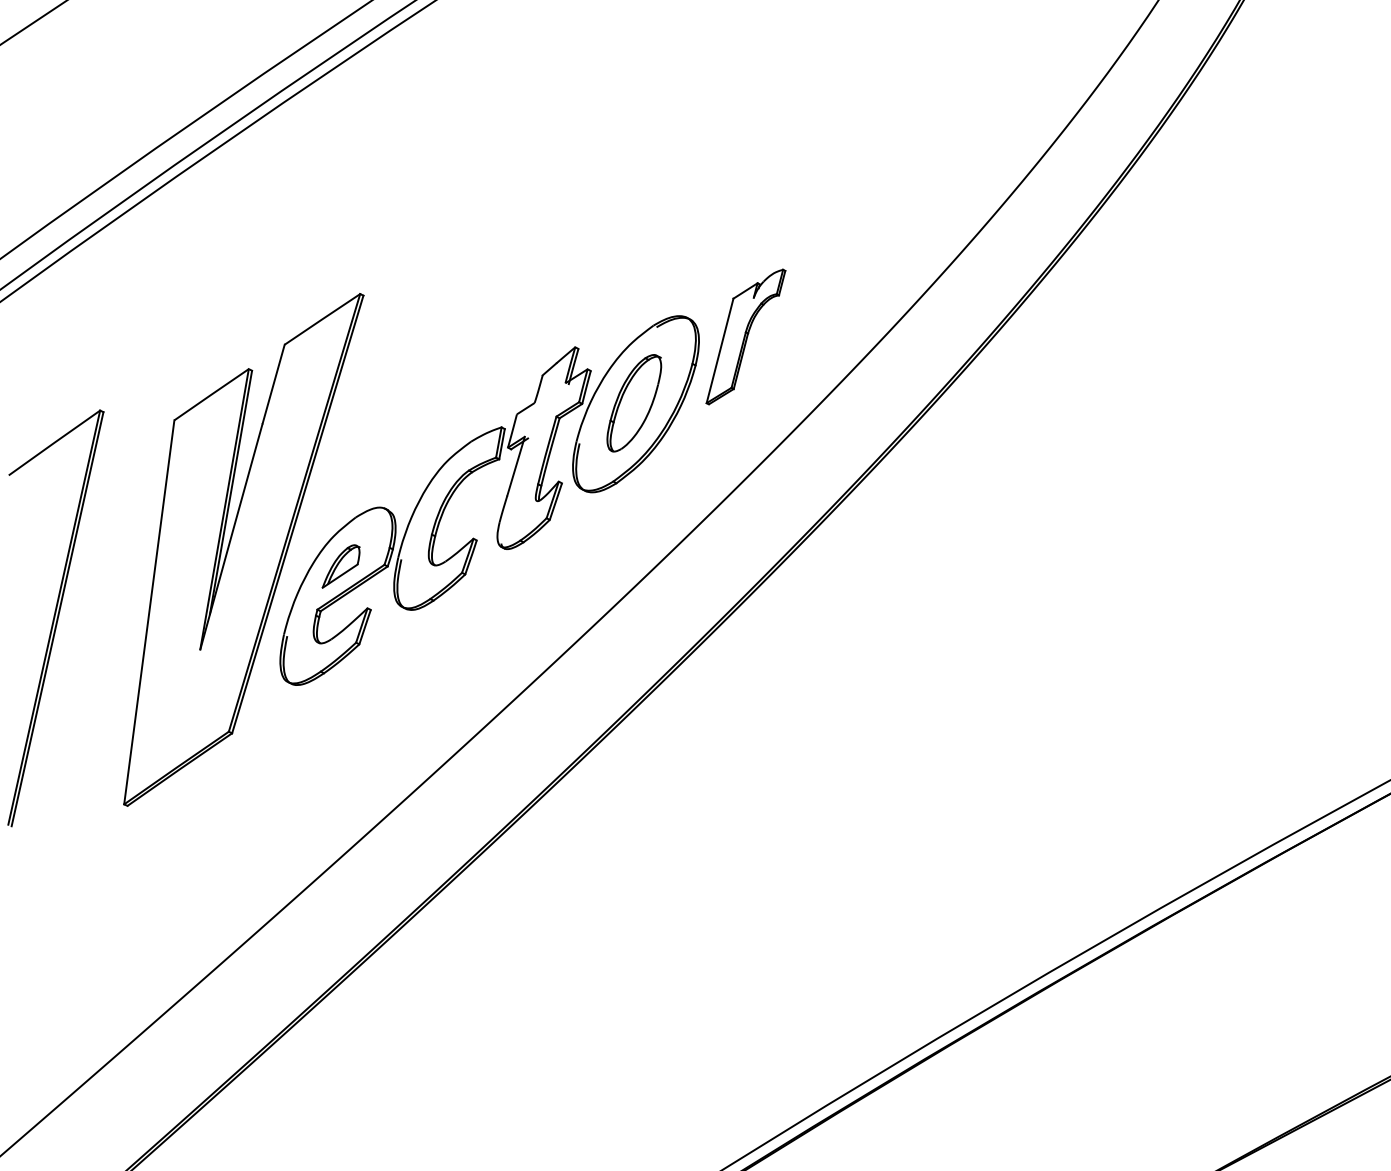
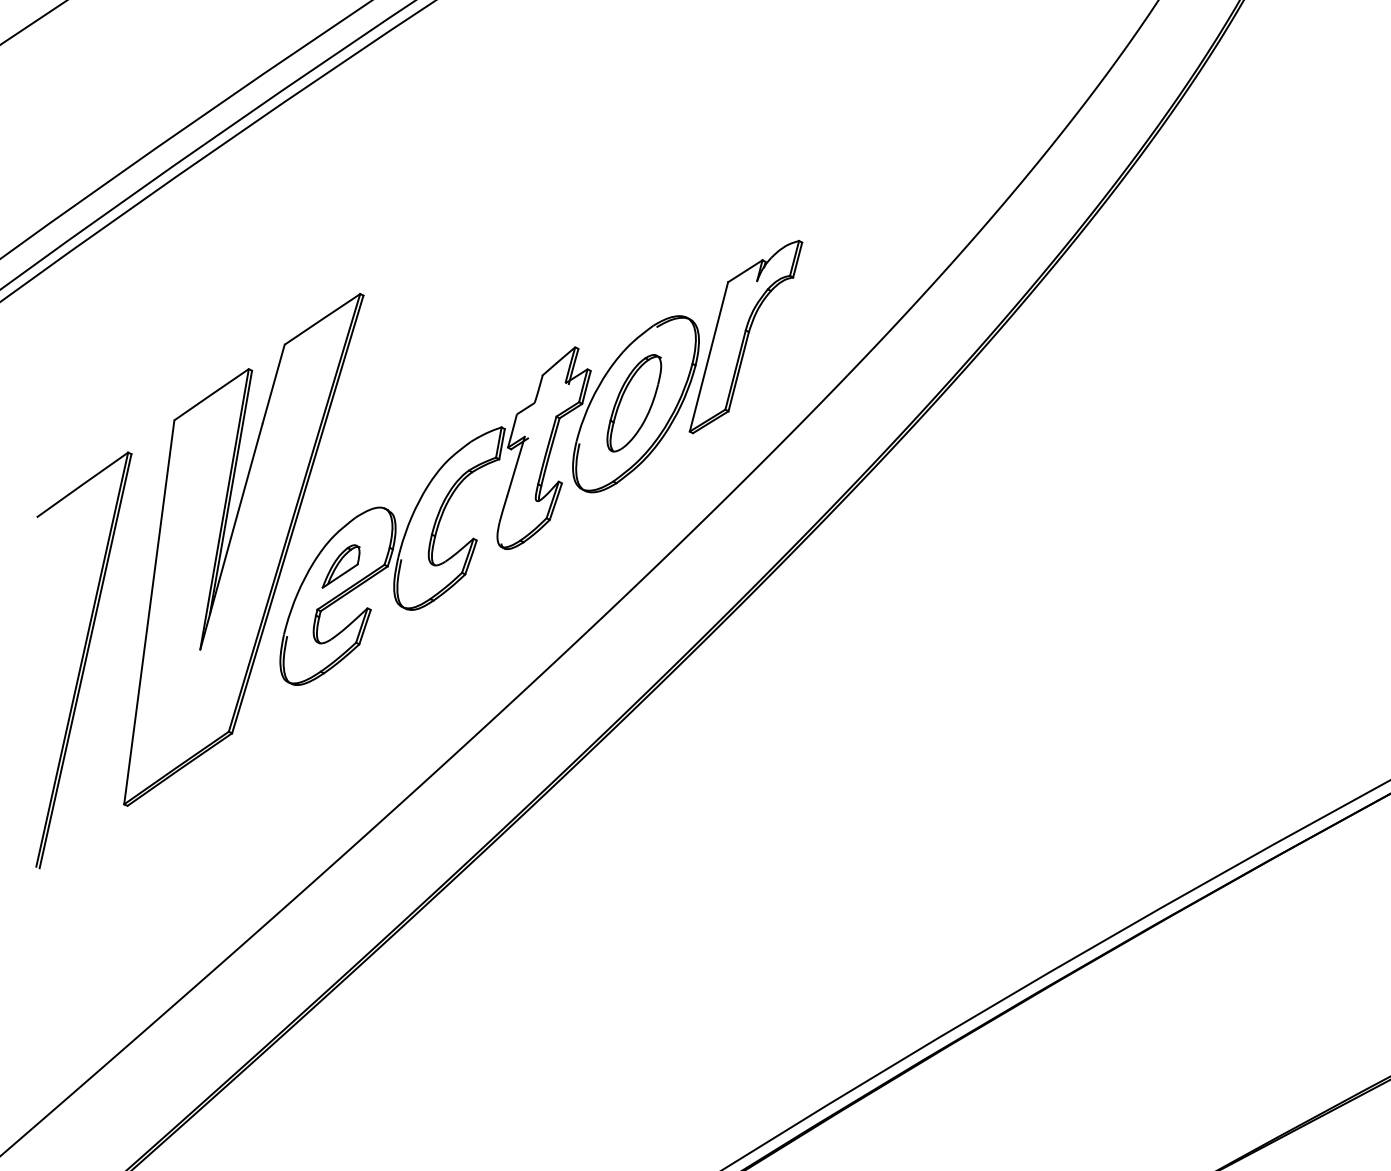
part at (745, 336) size: 82x138 px -> 116x196 px
part at (55, 618) position: (55, 618) -> (83, 660)
